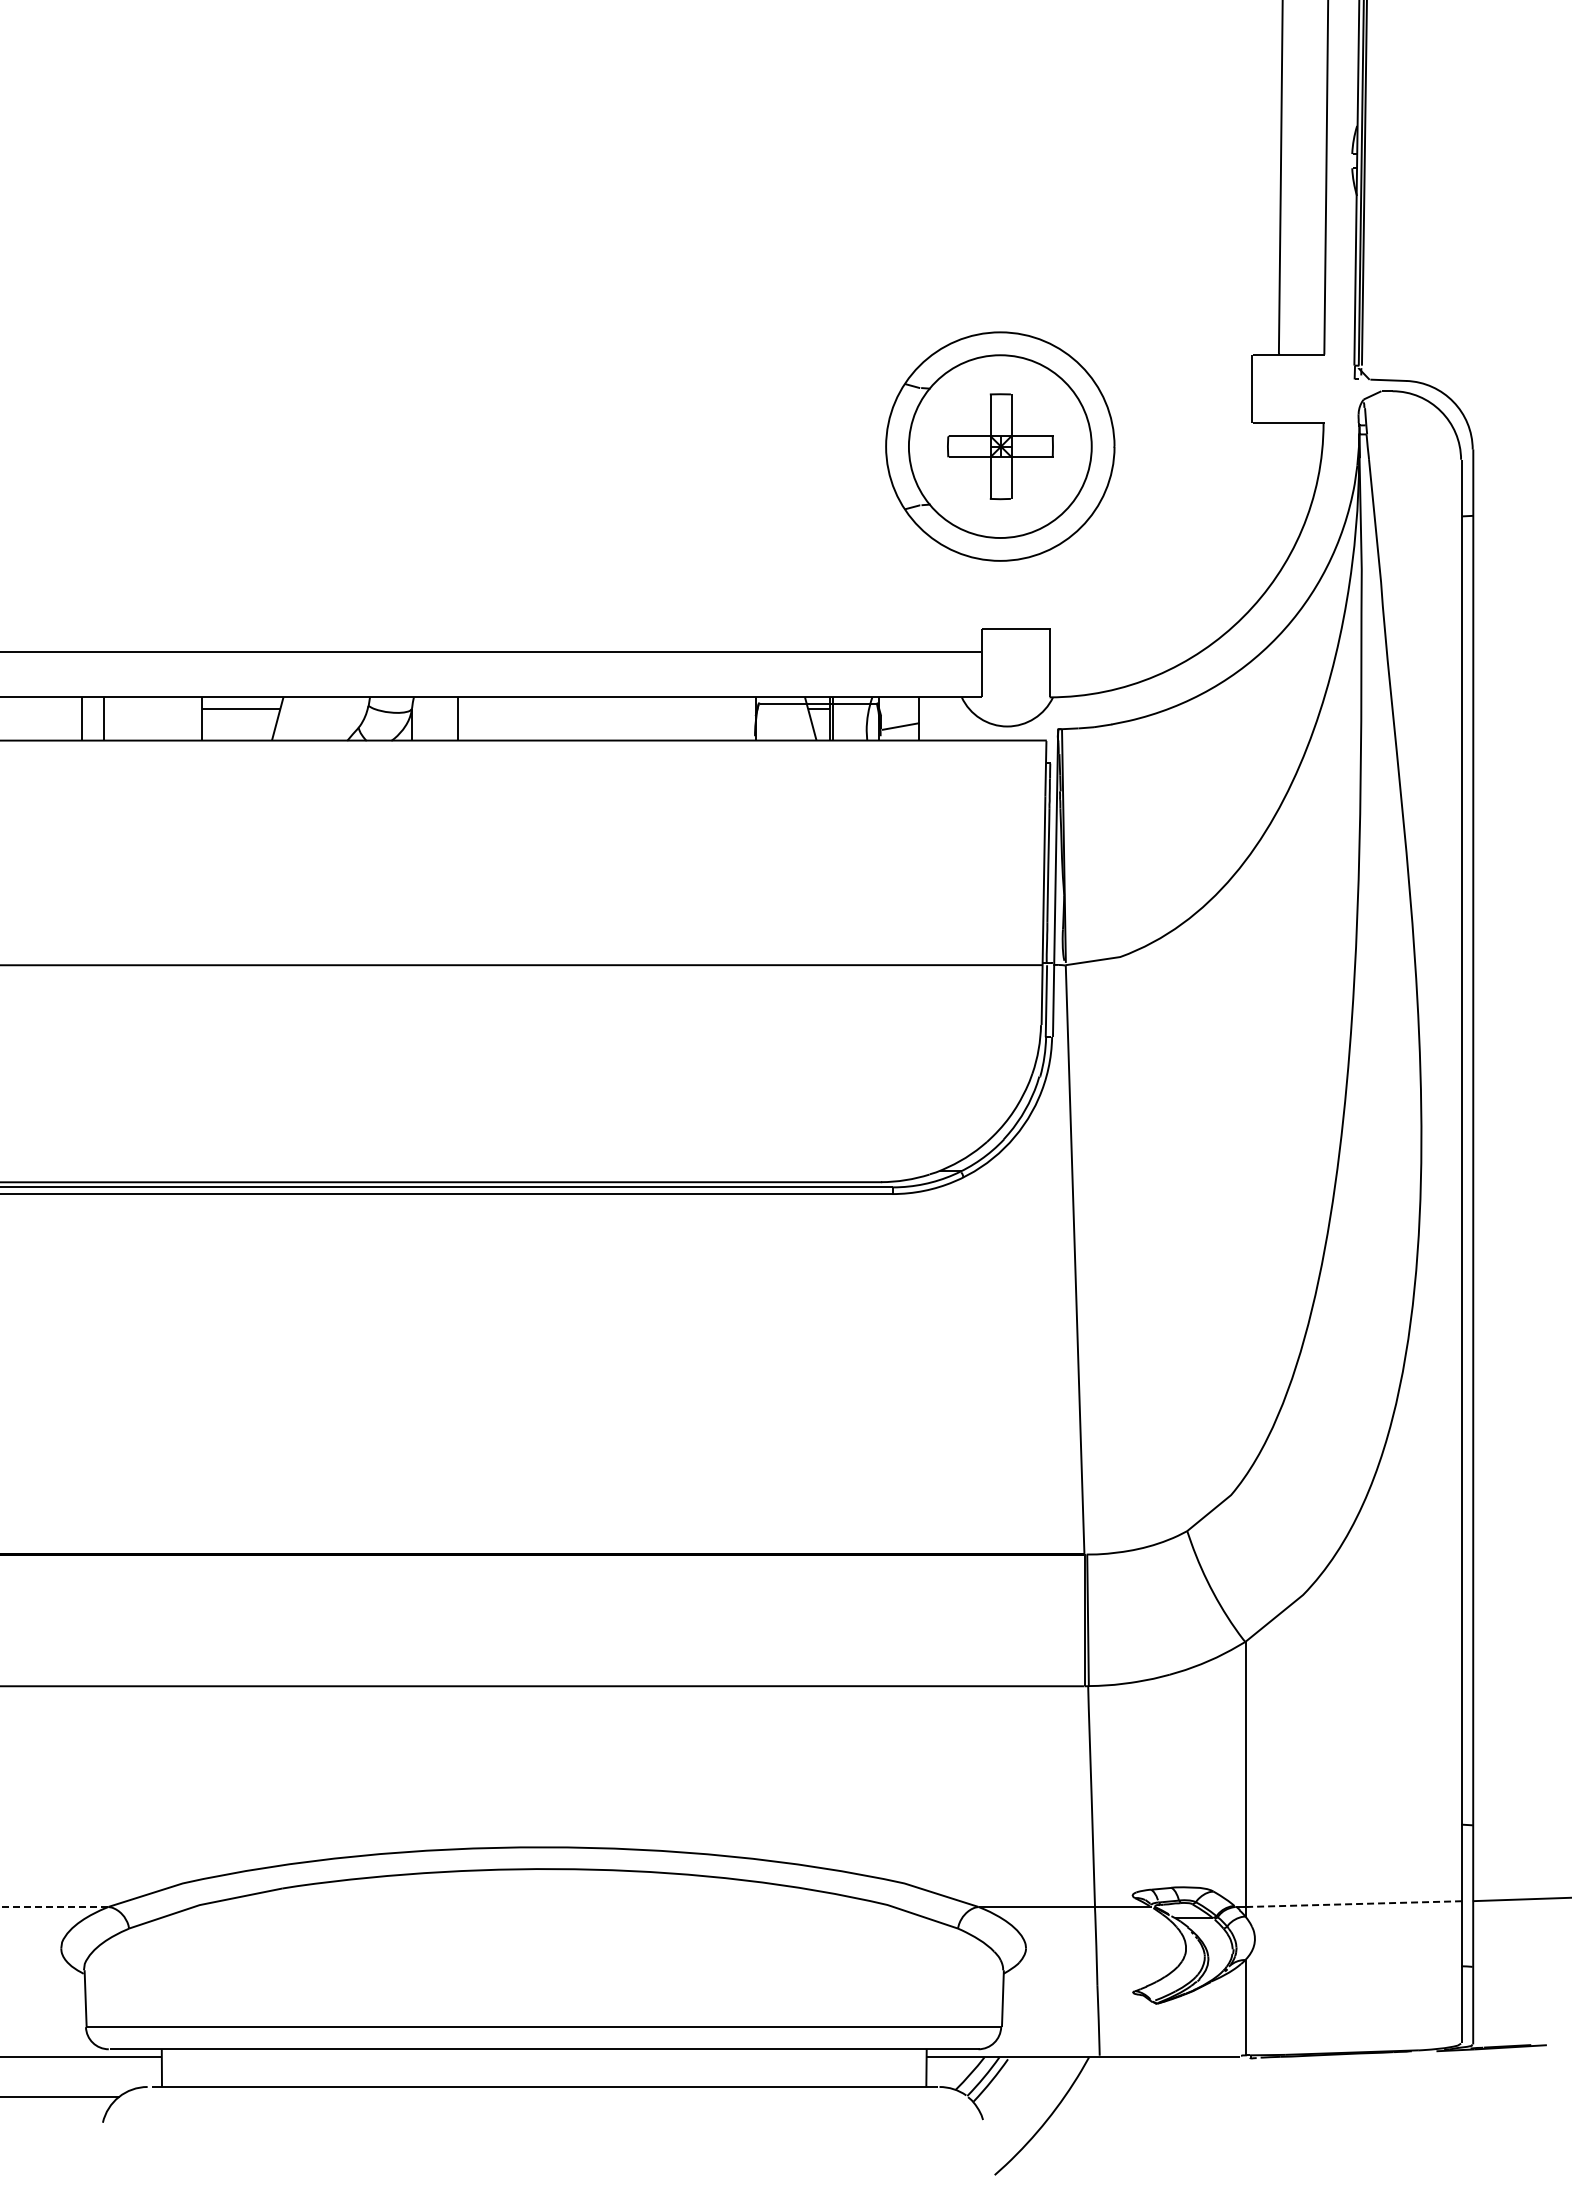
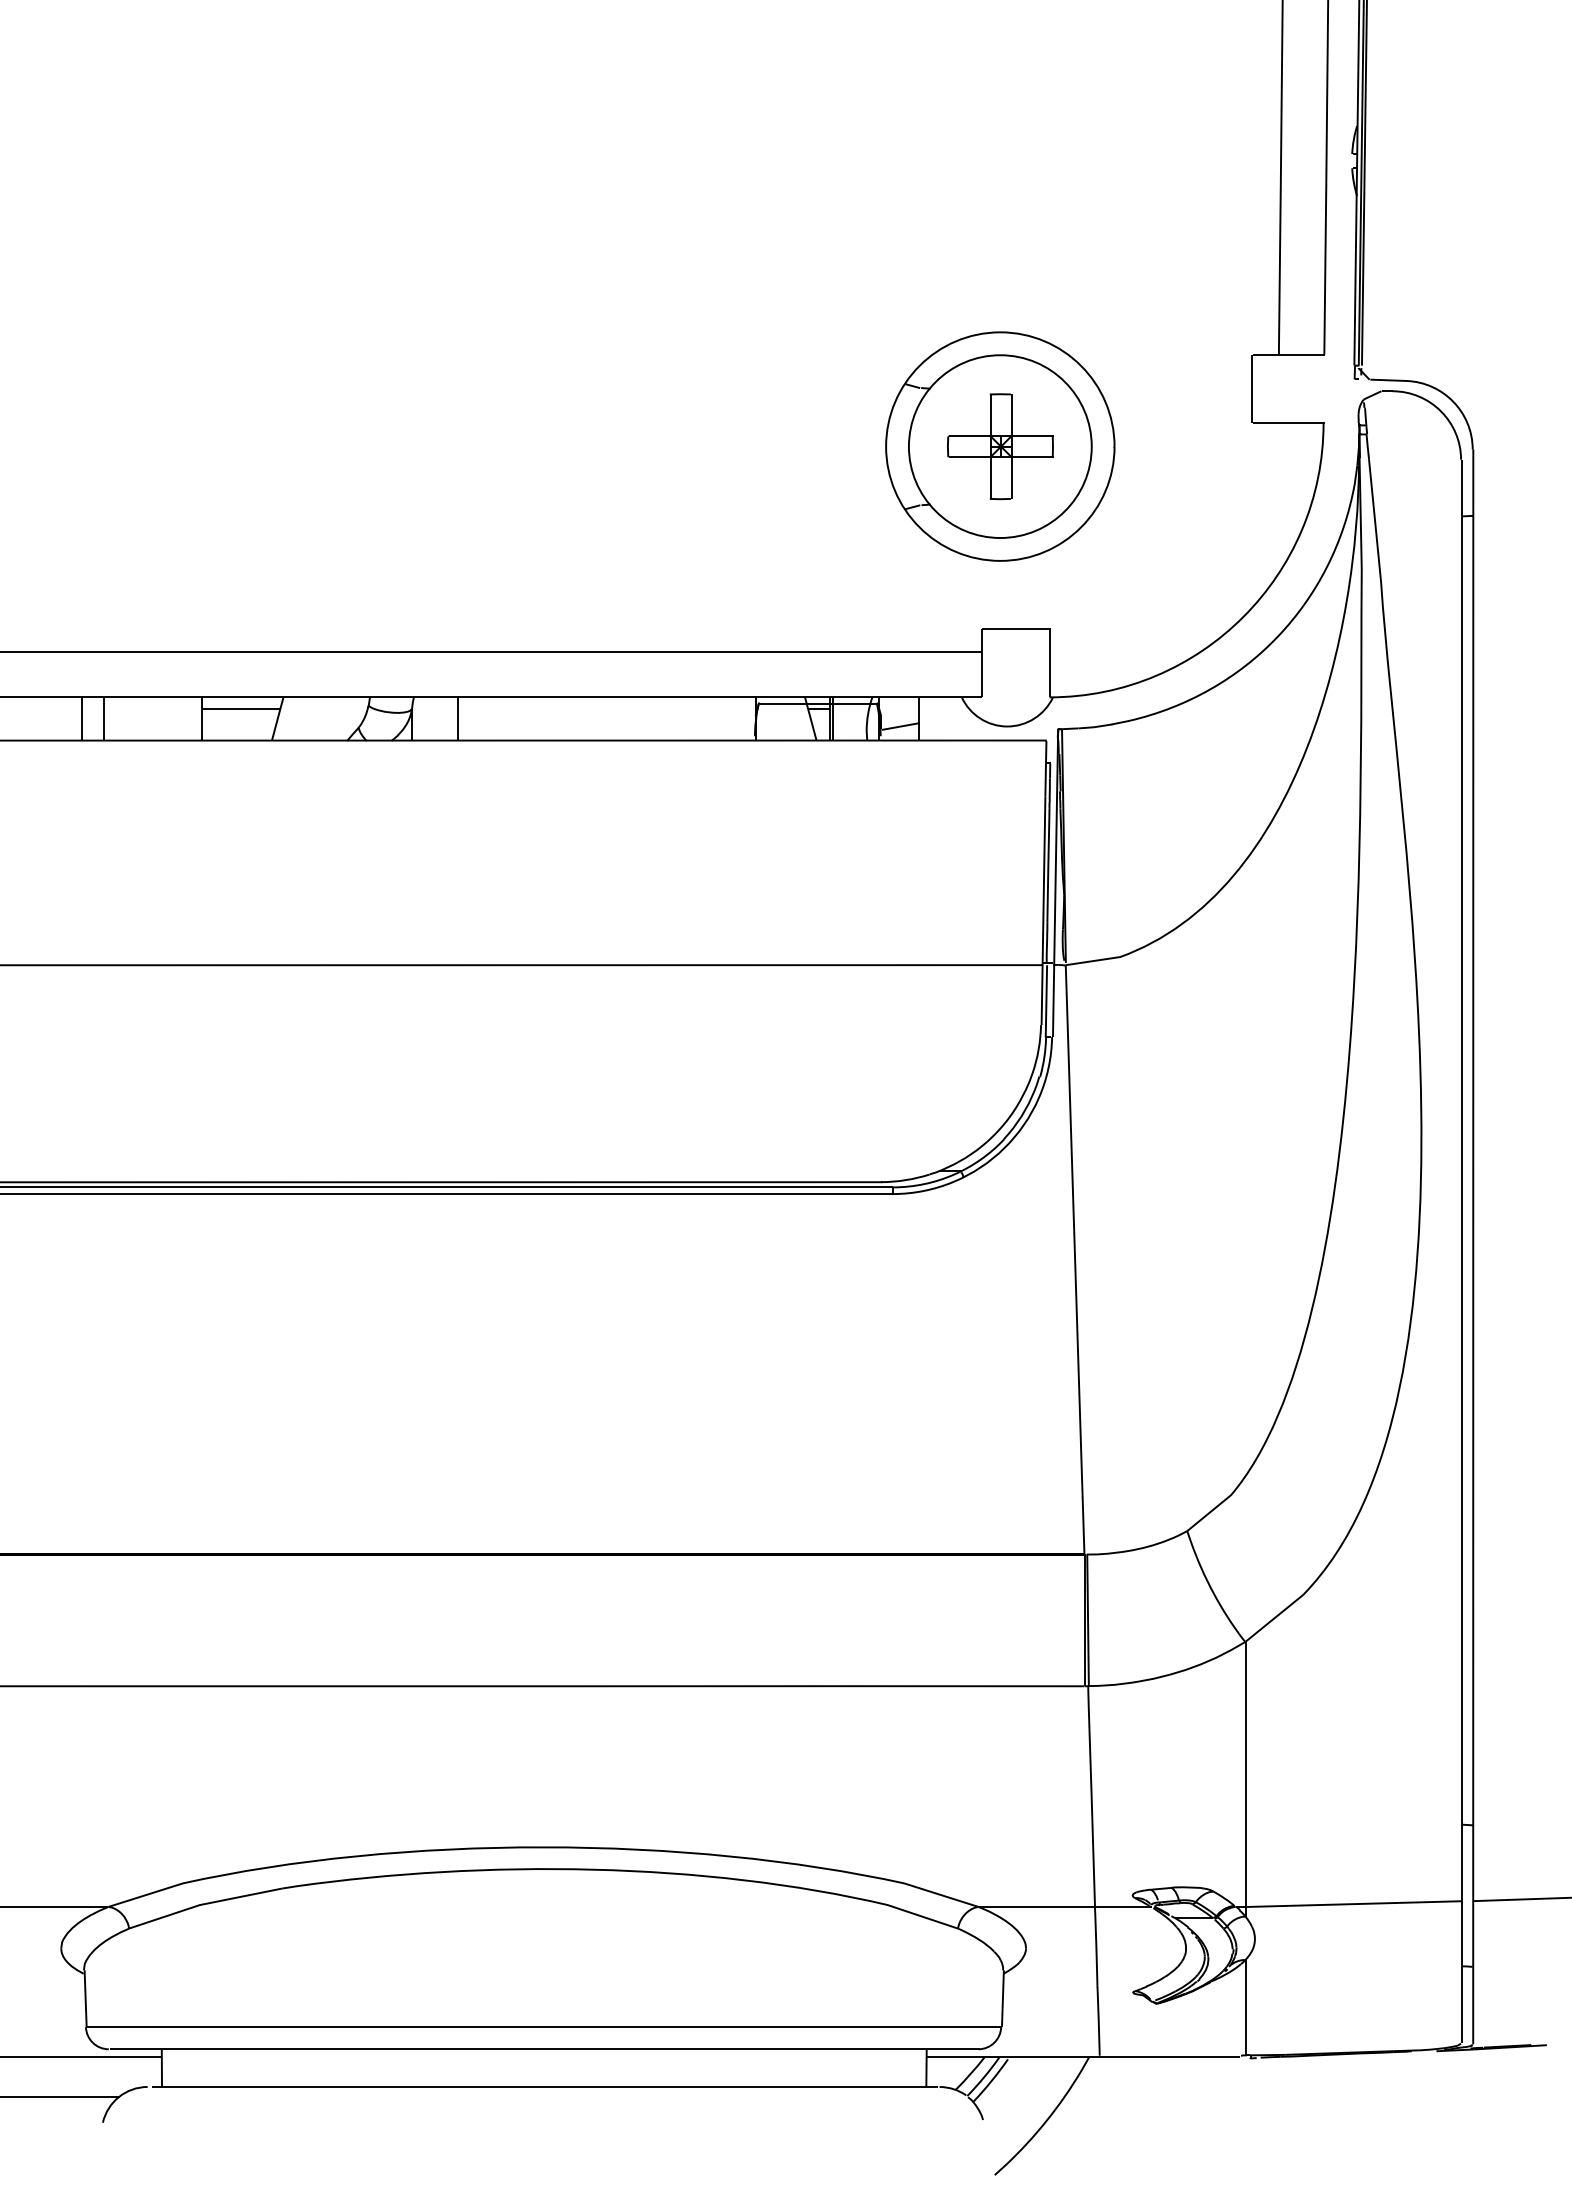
line at (1353, 1904): dashed -> solid
line at (54, 1906): dashed -> solid
